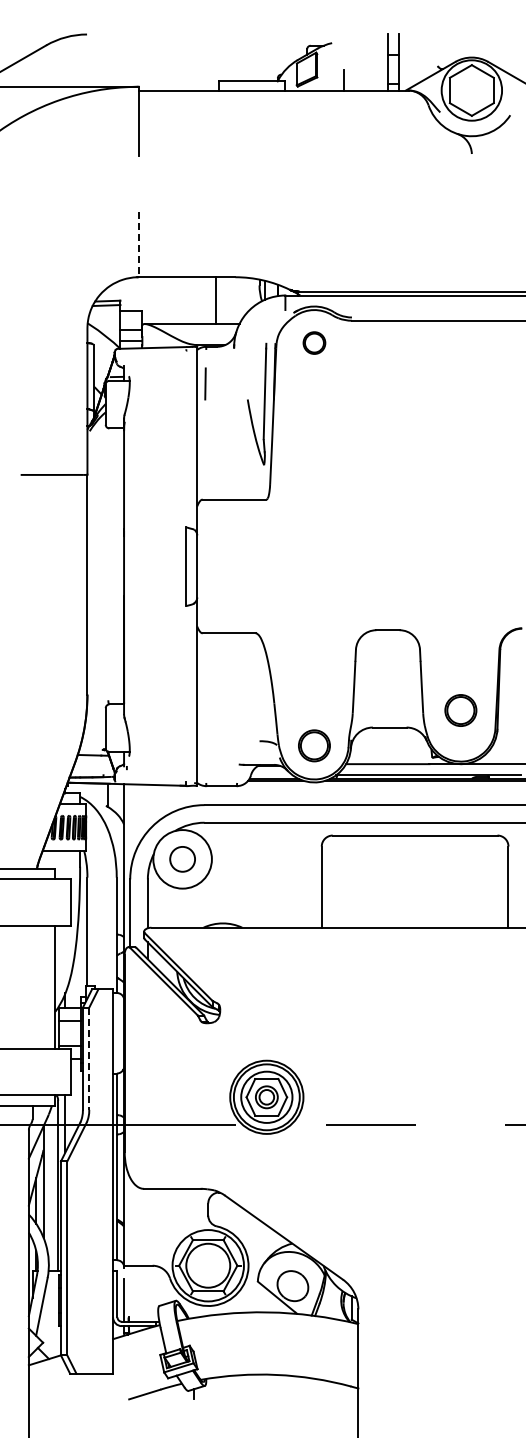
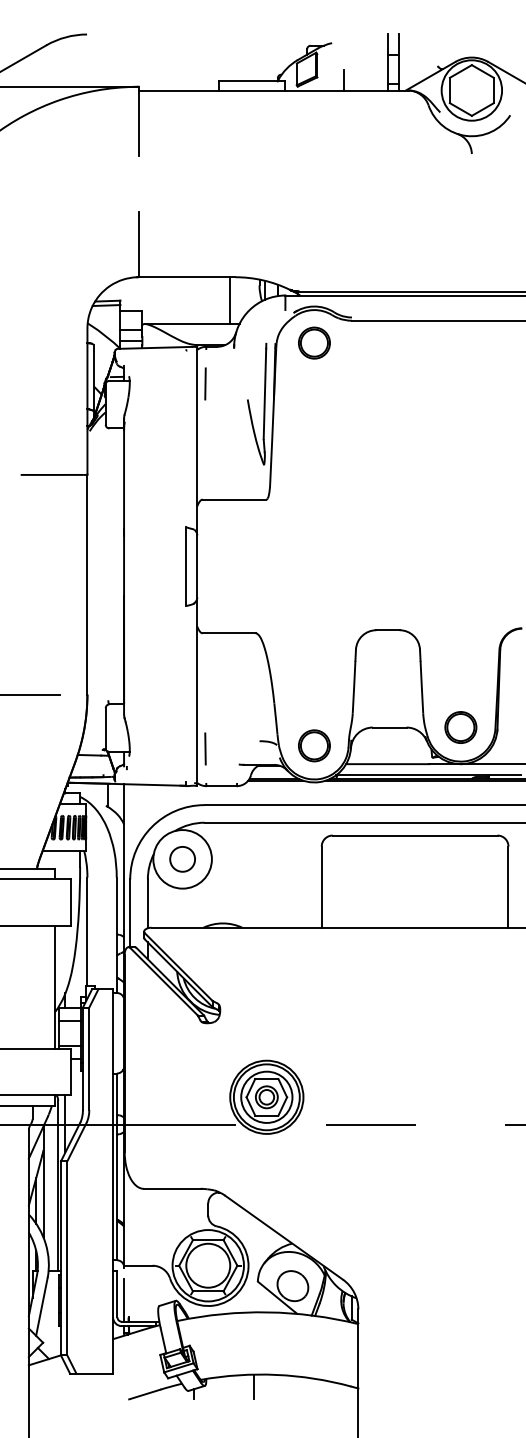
line at (138, 244): dashed -> solid
line at (216, 300) position: (216, 300) -> (230, 300)
part at (314, 342) size: 25x24 px -> 33x34 px
line at (31, 694): none -> present
part at (460, 710) position: (460, 710) -> (460, 727)
line at (205, 748): none -> present
line at (89, 1059): dashed -> solid
line at (254, 1386): none -> present
